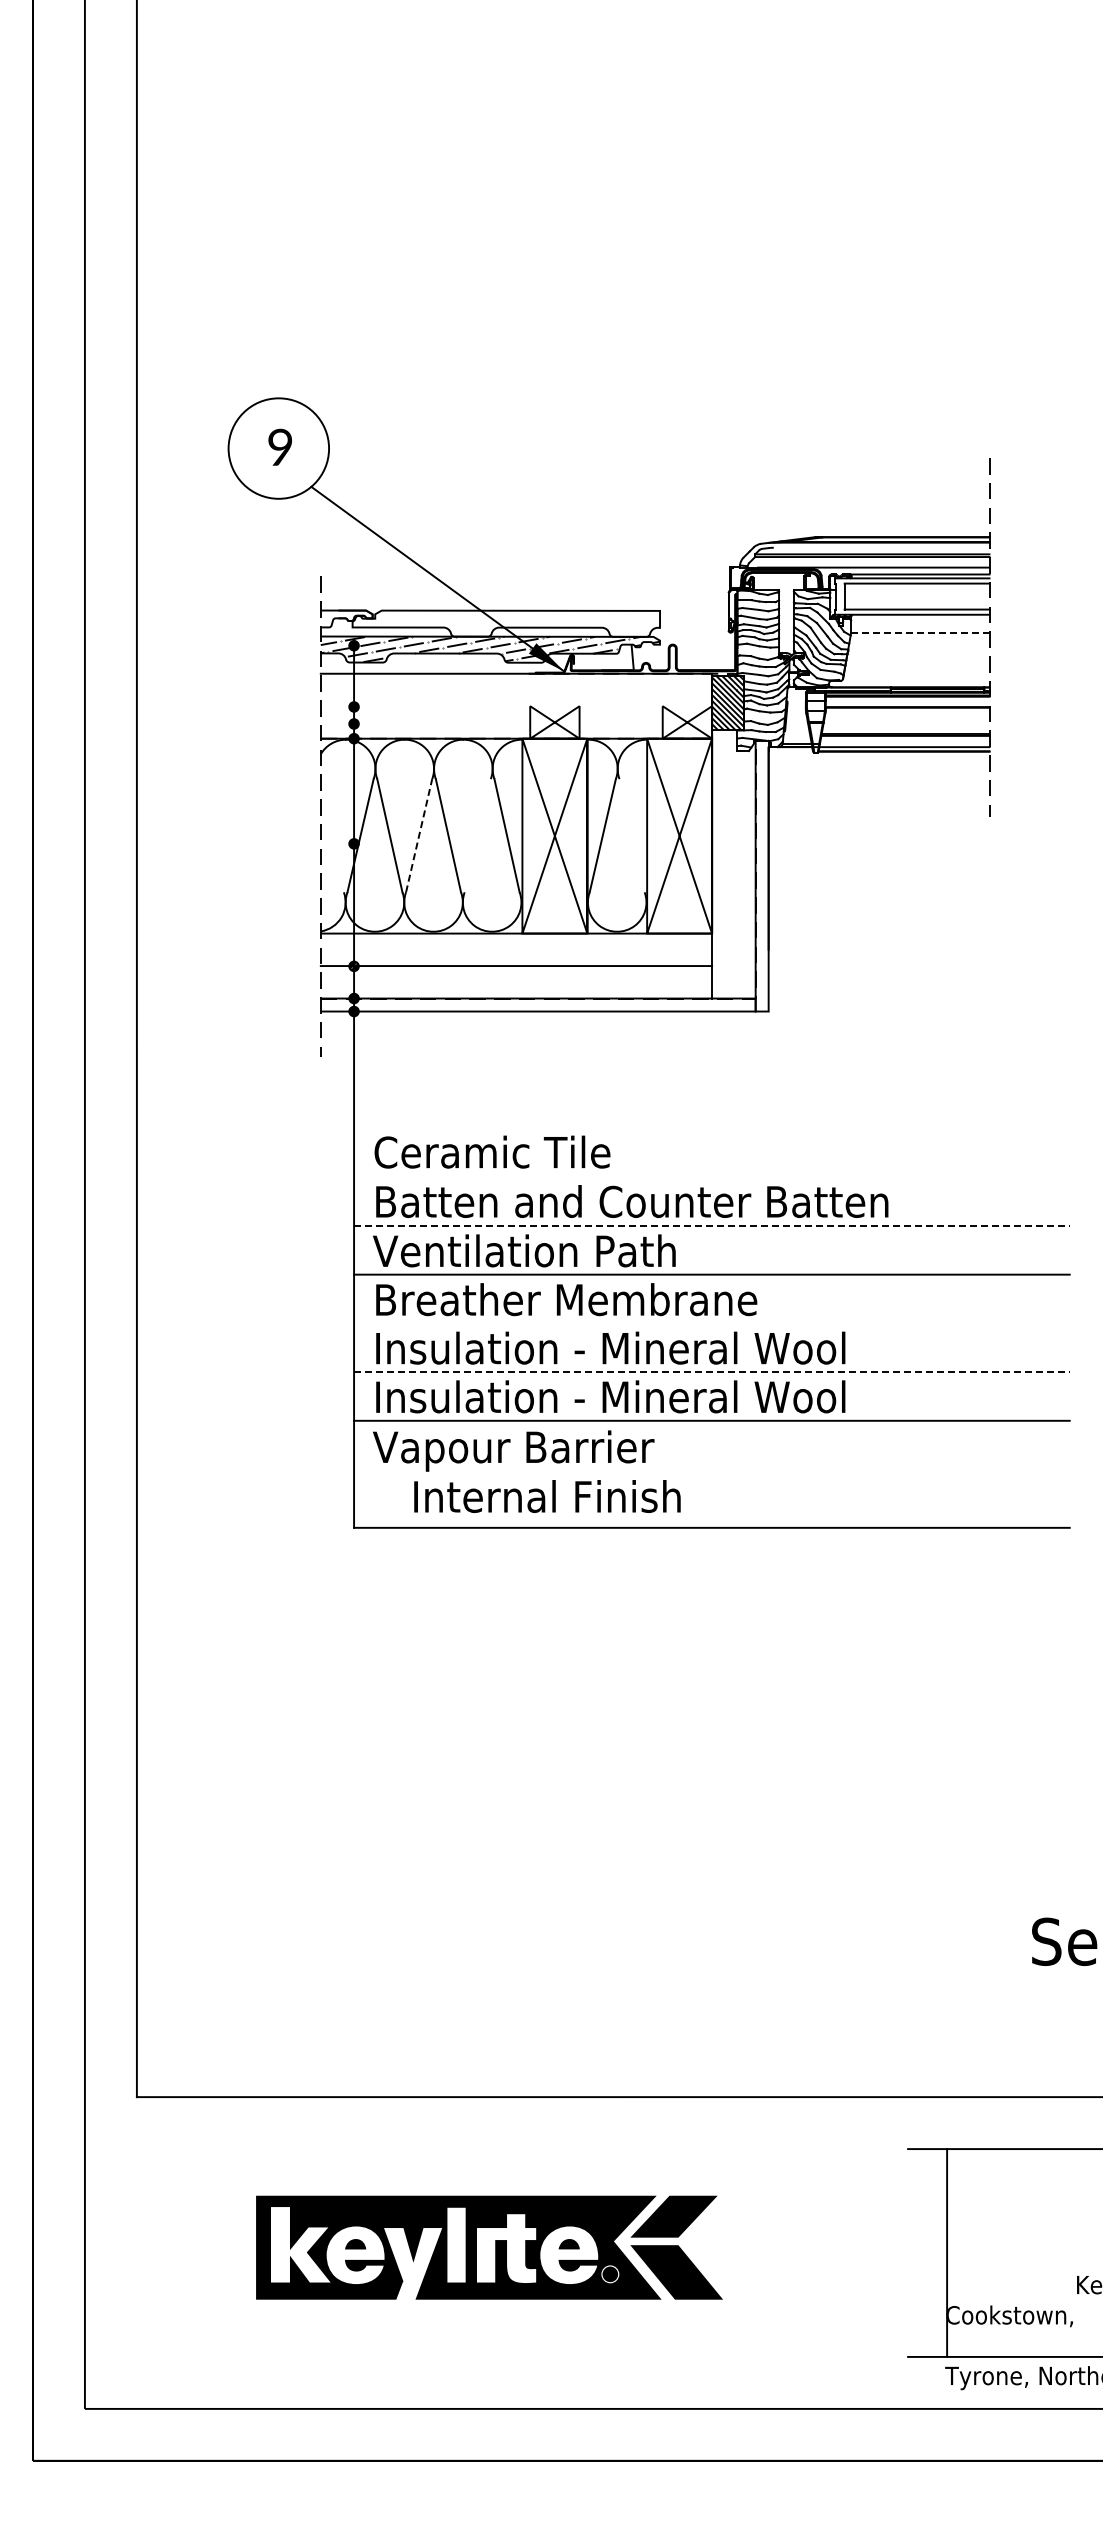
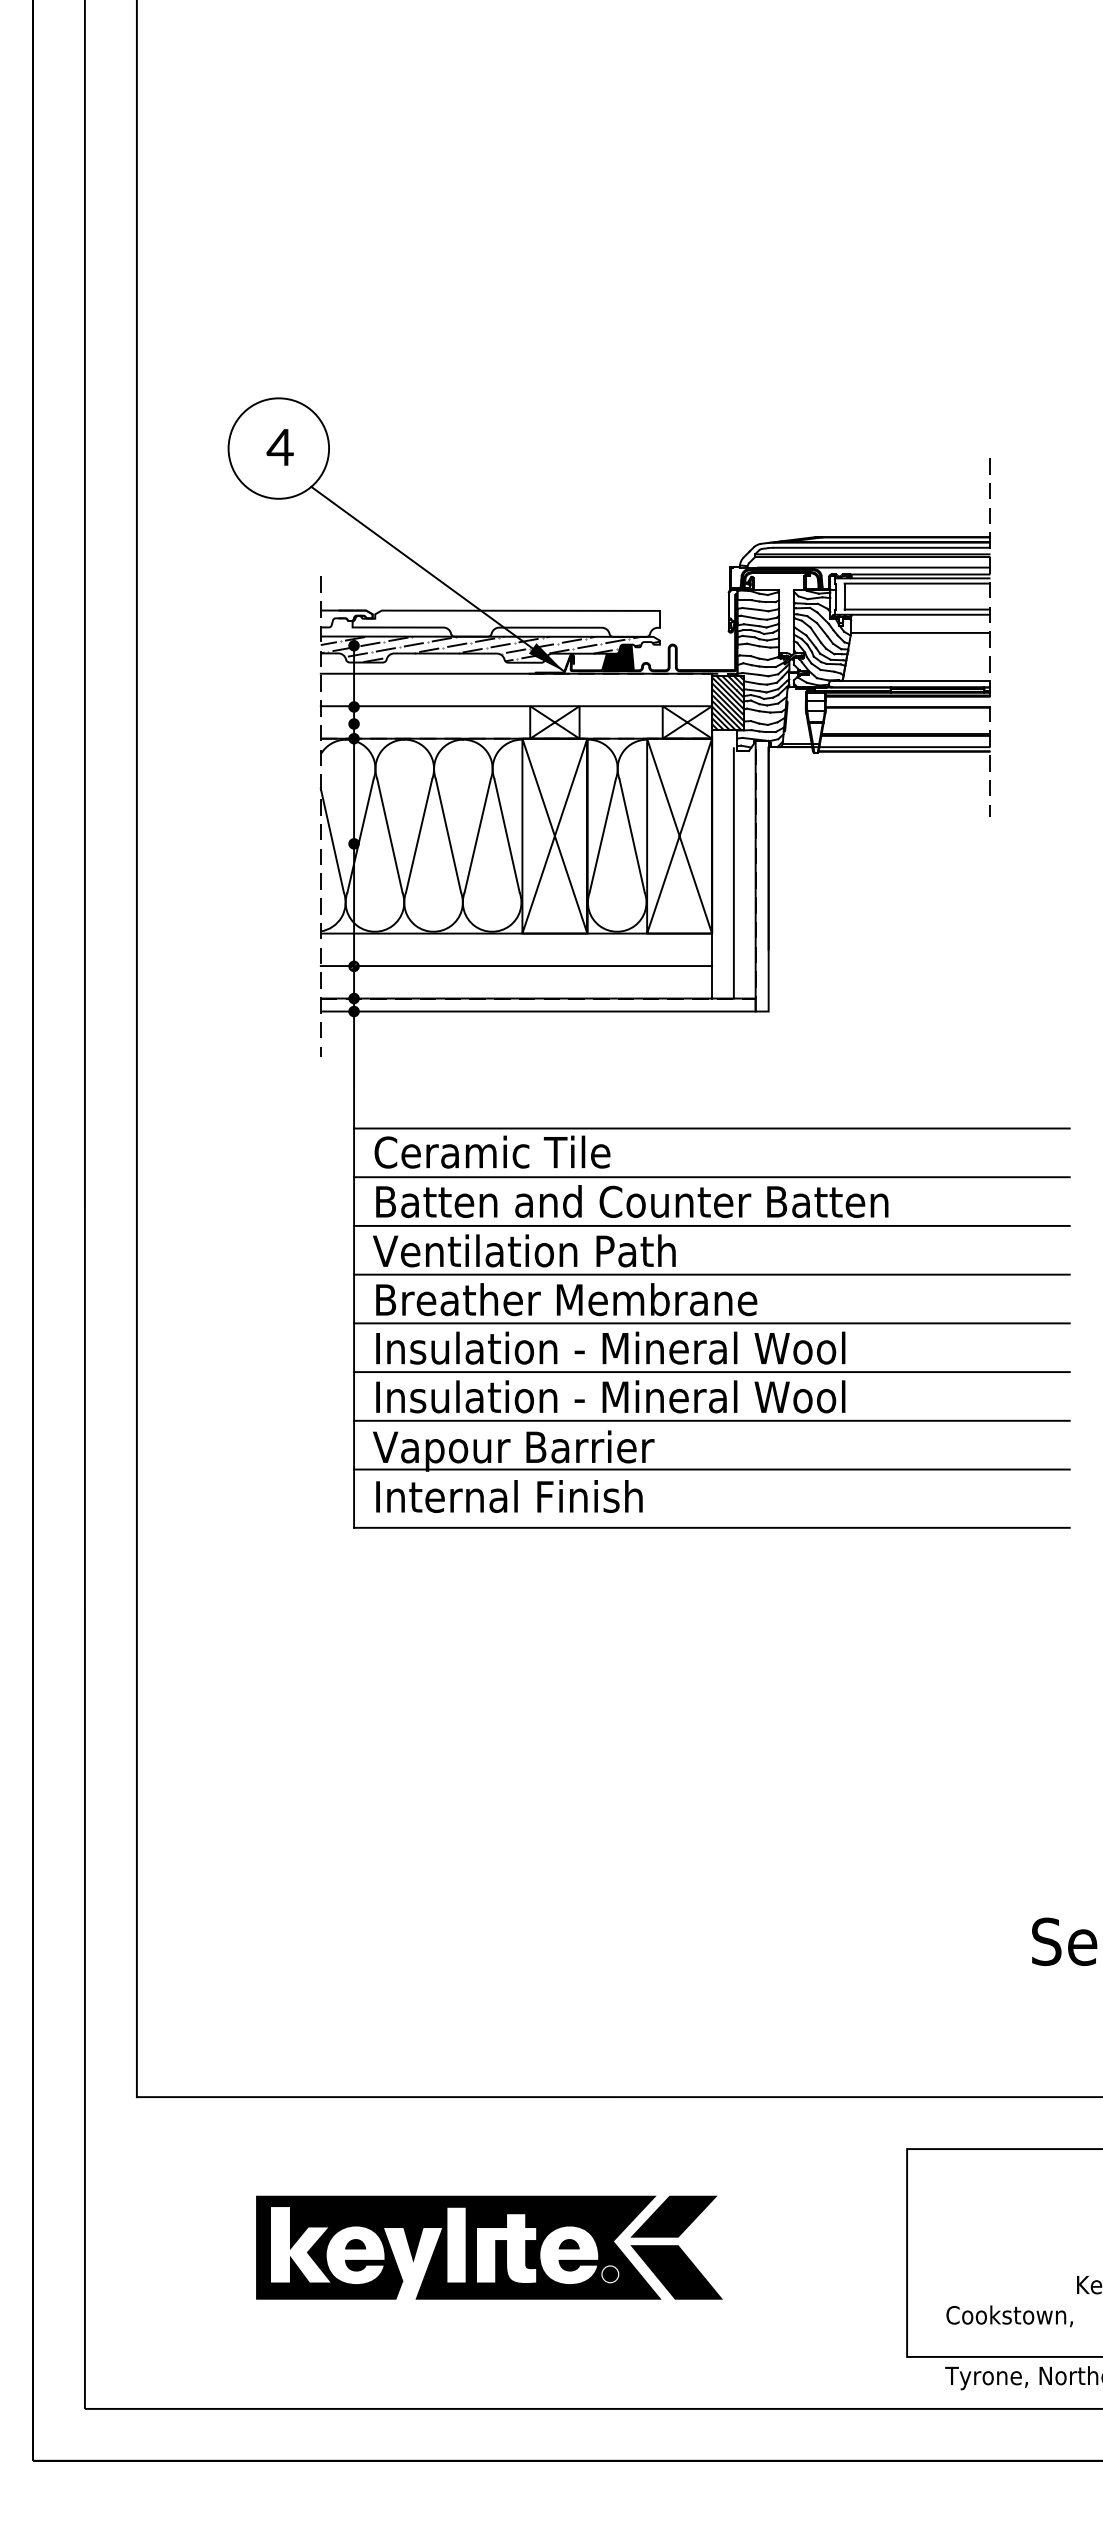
text at (279, 446): 9 -> 4
line at (881, 547): none -> present
line at (920, 632): dashed -> solid
fill at (617, 657): none -> present
line at (914, 680): none -> present
line at (516, 706): none -> present
line at (419, 835): dashed -> solid
line at (477, 835): none -> present
line at (631, 835): none -> present
line at (331, 840): none -> present
line at (733, 873): none -> present
line at (711, 1128): none -> present
line at (711, 1177): none -> present
line at (711, 1225): dashed -> solid
line at (711, 1323): none -> present
line at (711, 1372): dashed -> solid
line at (711, 1469): none -> present
text at (547, 1496) position: (547, 1496) -> (509, 1496)
line at (947, 2252) position: (947, 2252) -> (907, 2252)
